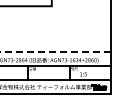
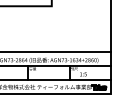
line at (55, 52): dashed -> solid
